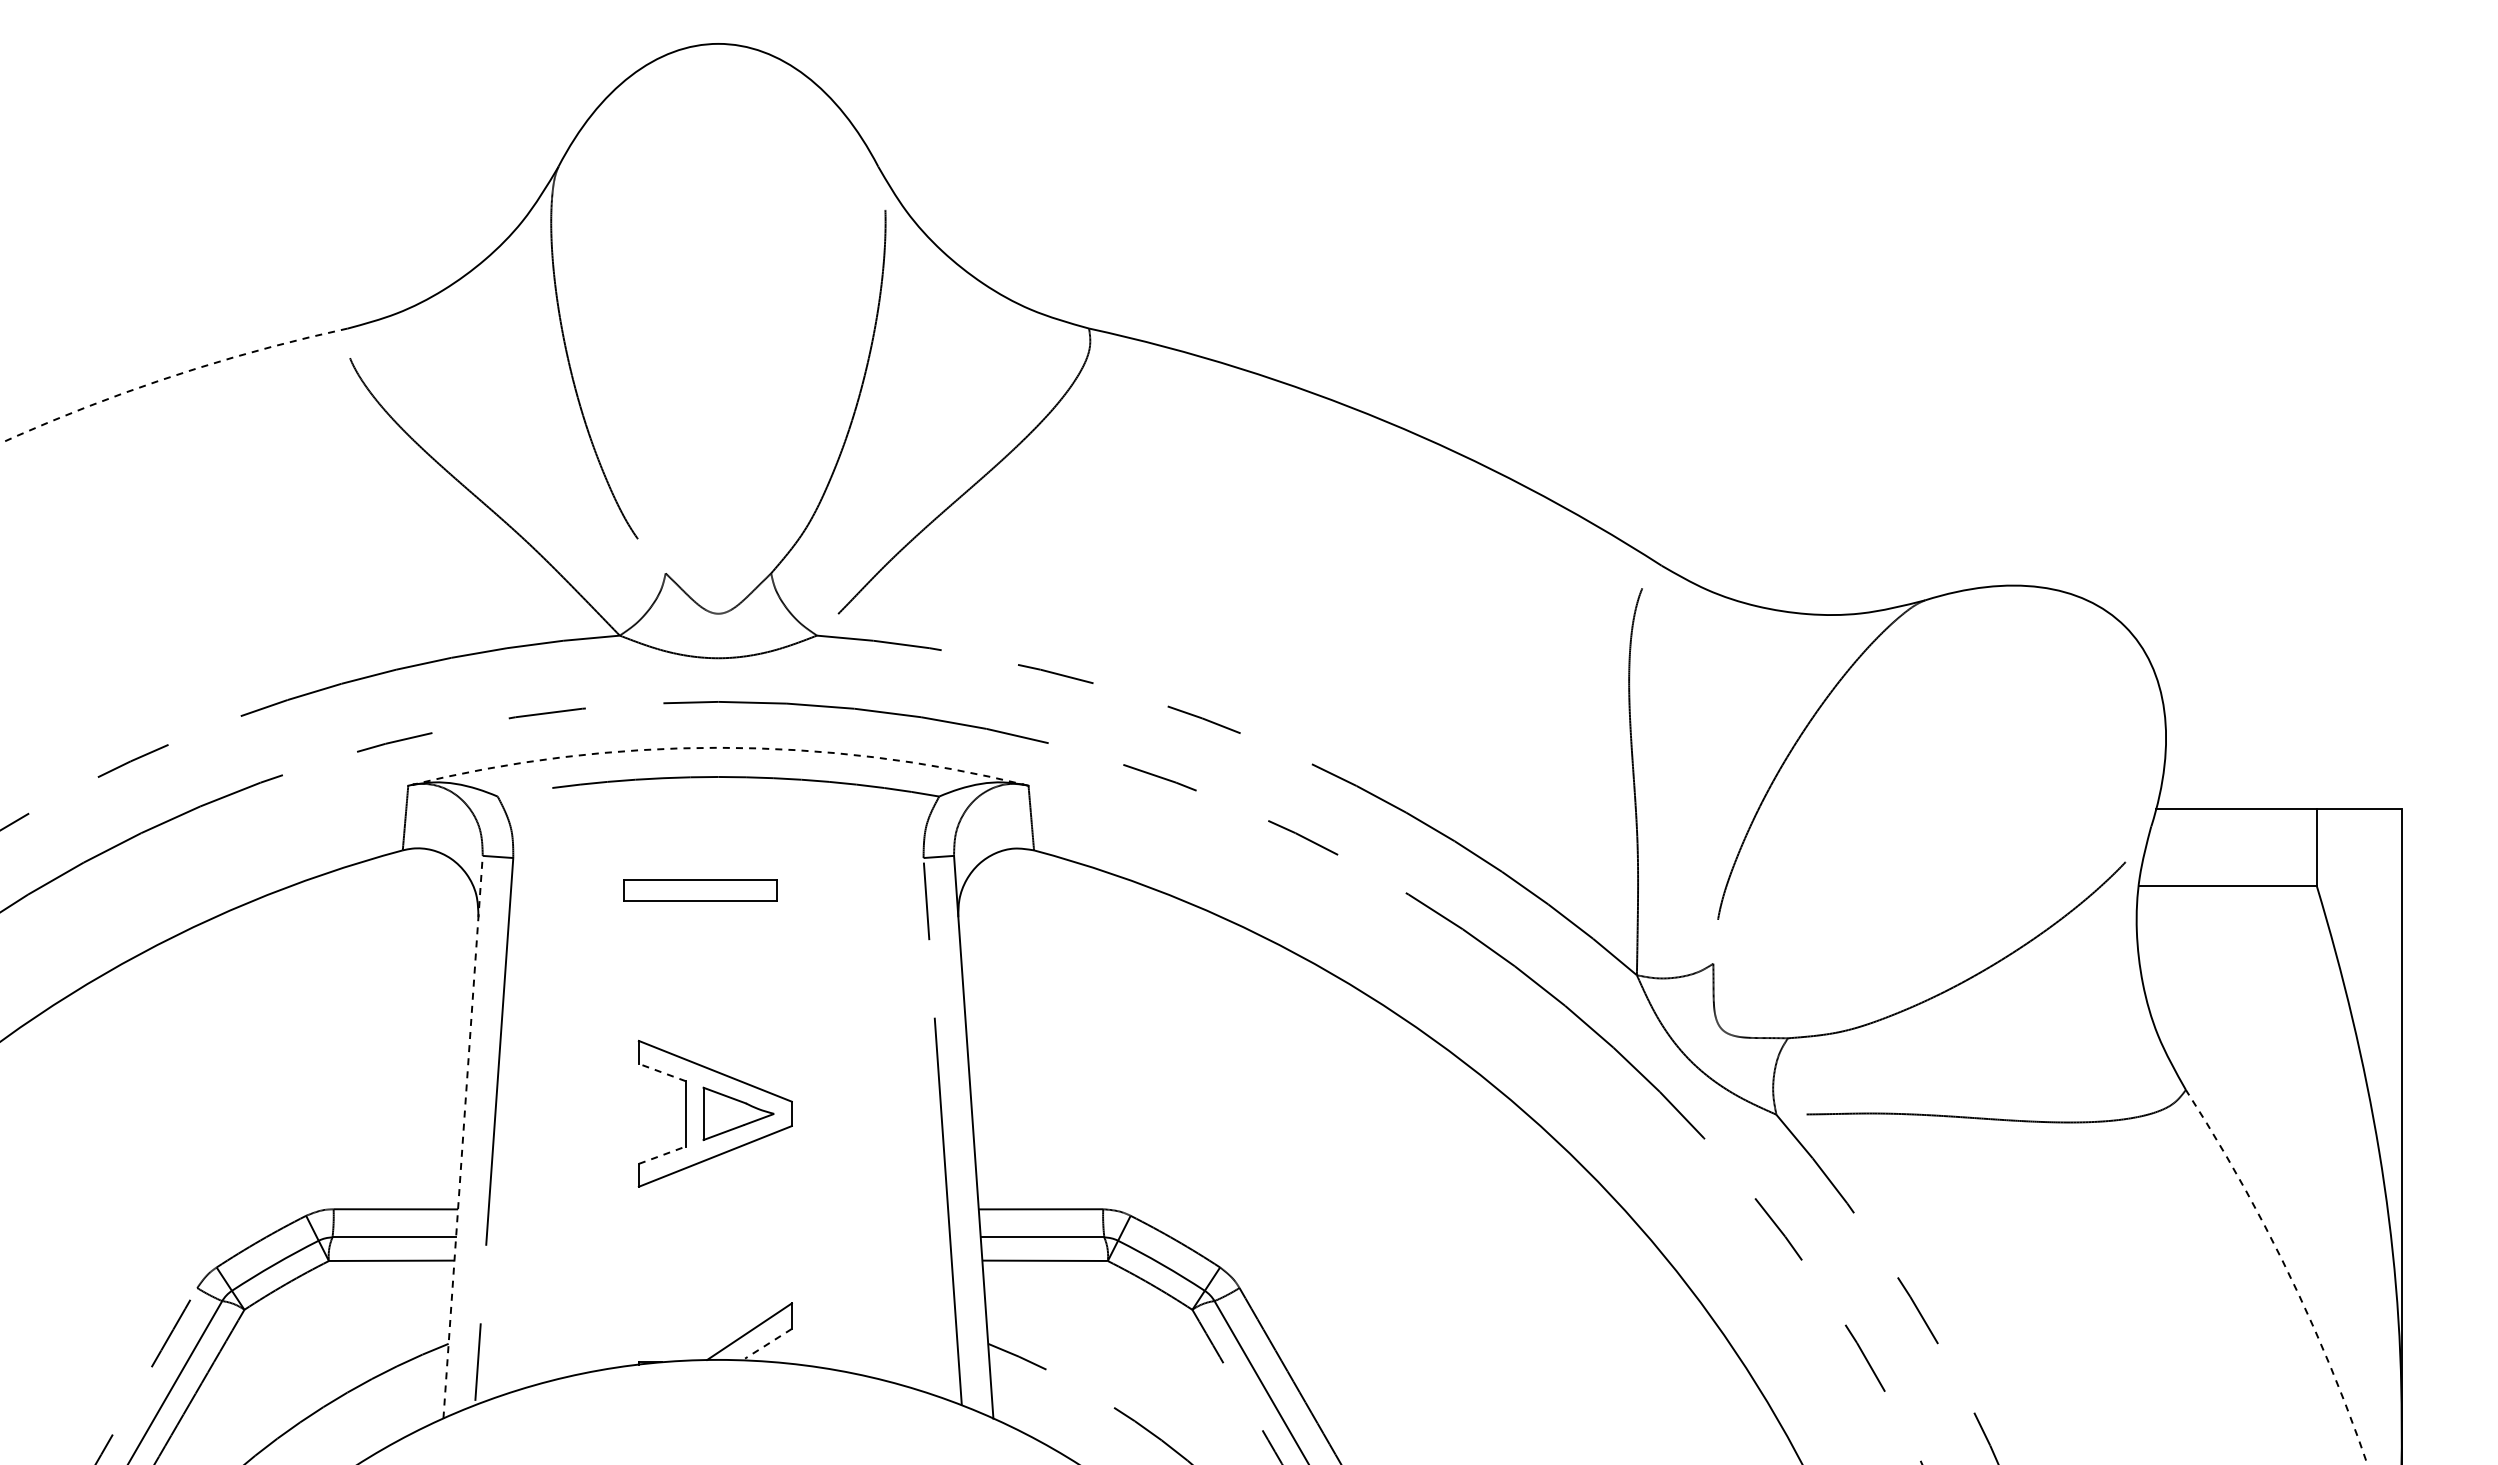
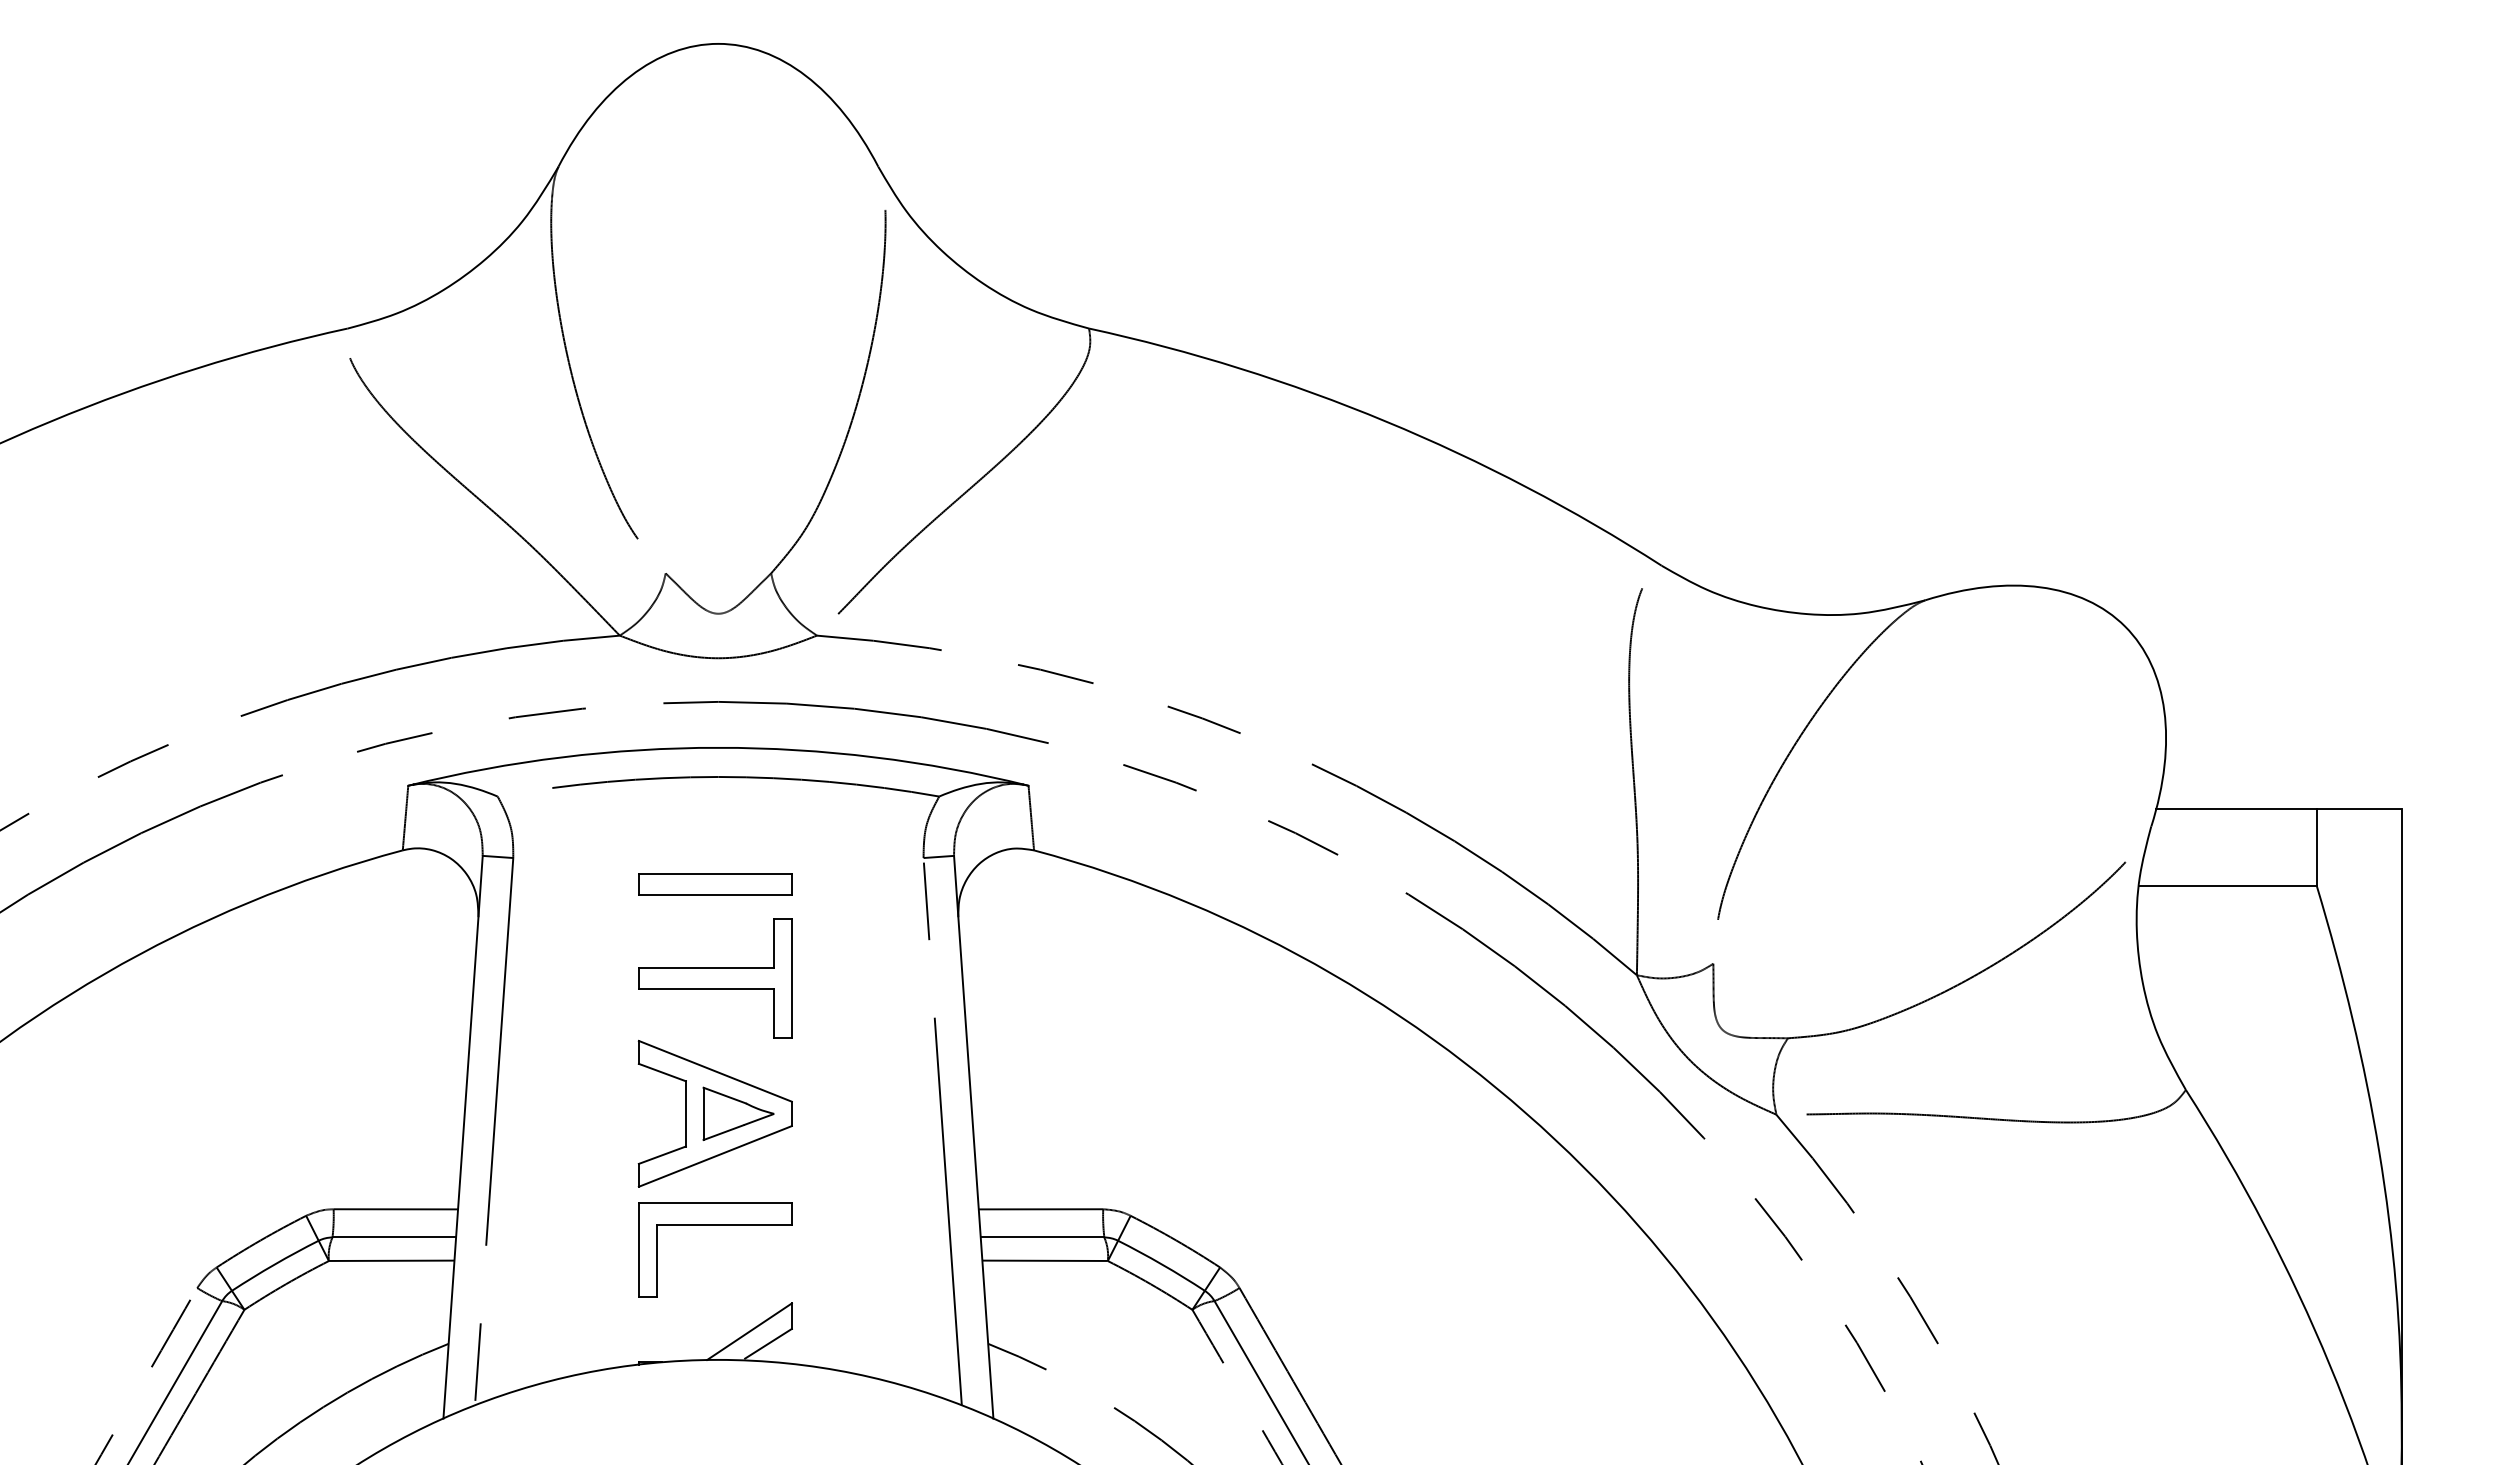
arc at (170, 377): dashed -> solid
arc at (718, 747): dashed -> solid
part at (700, 890) position: (700, 890) -> (715, 884)
part at (715, 978): none -> present
line at (661, 1072): dashed -> solid
line at (463, 1136): dashed -> solid
line at (662, 1155): dashed -> solid
part at (715, 1225): none -> present
arc at (2287, 1271): dashed -> solid
line at (768, 1343): dashed -> solid
